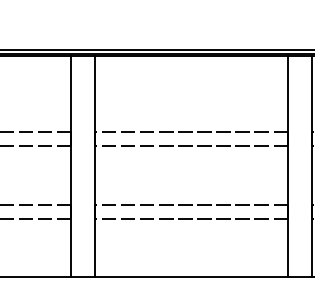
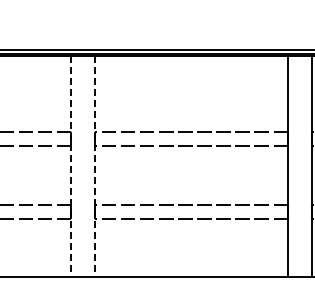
line at (71, 166): solid -> dashed
line at (95, 166): solid -> dashed
